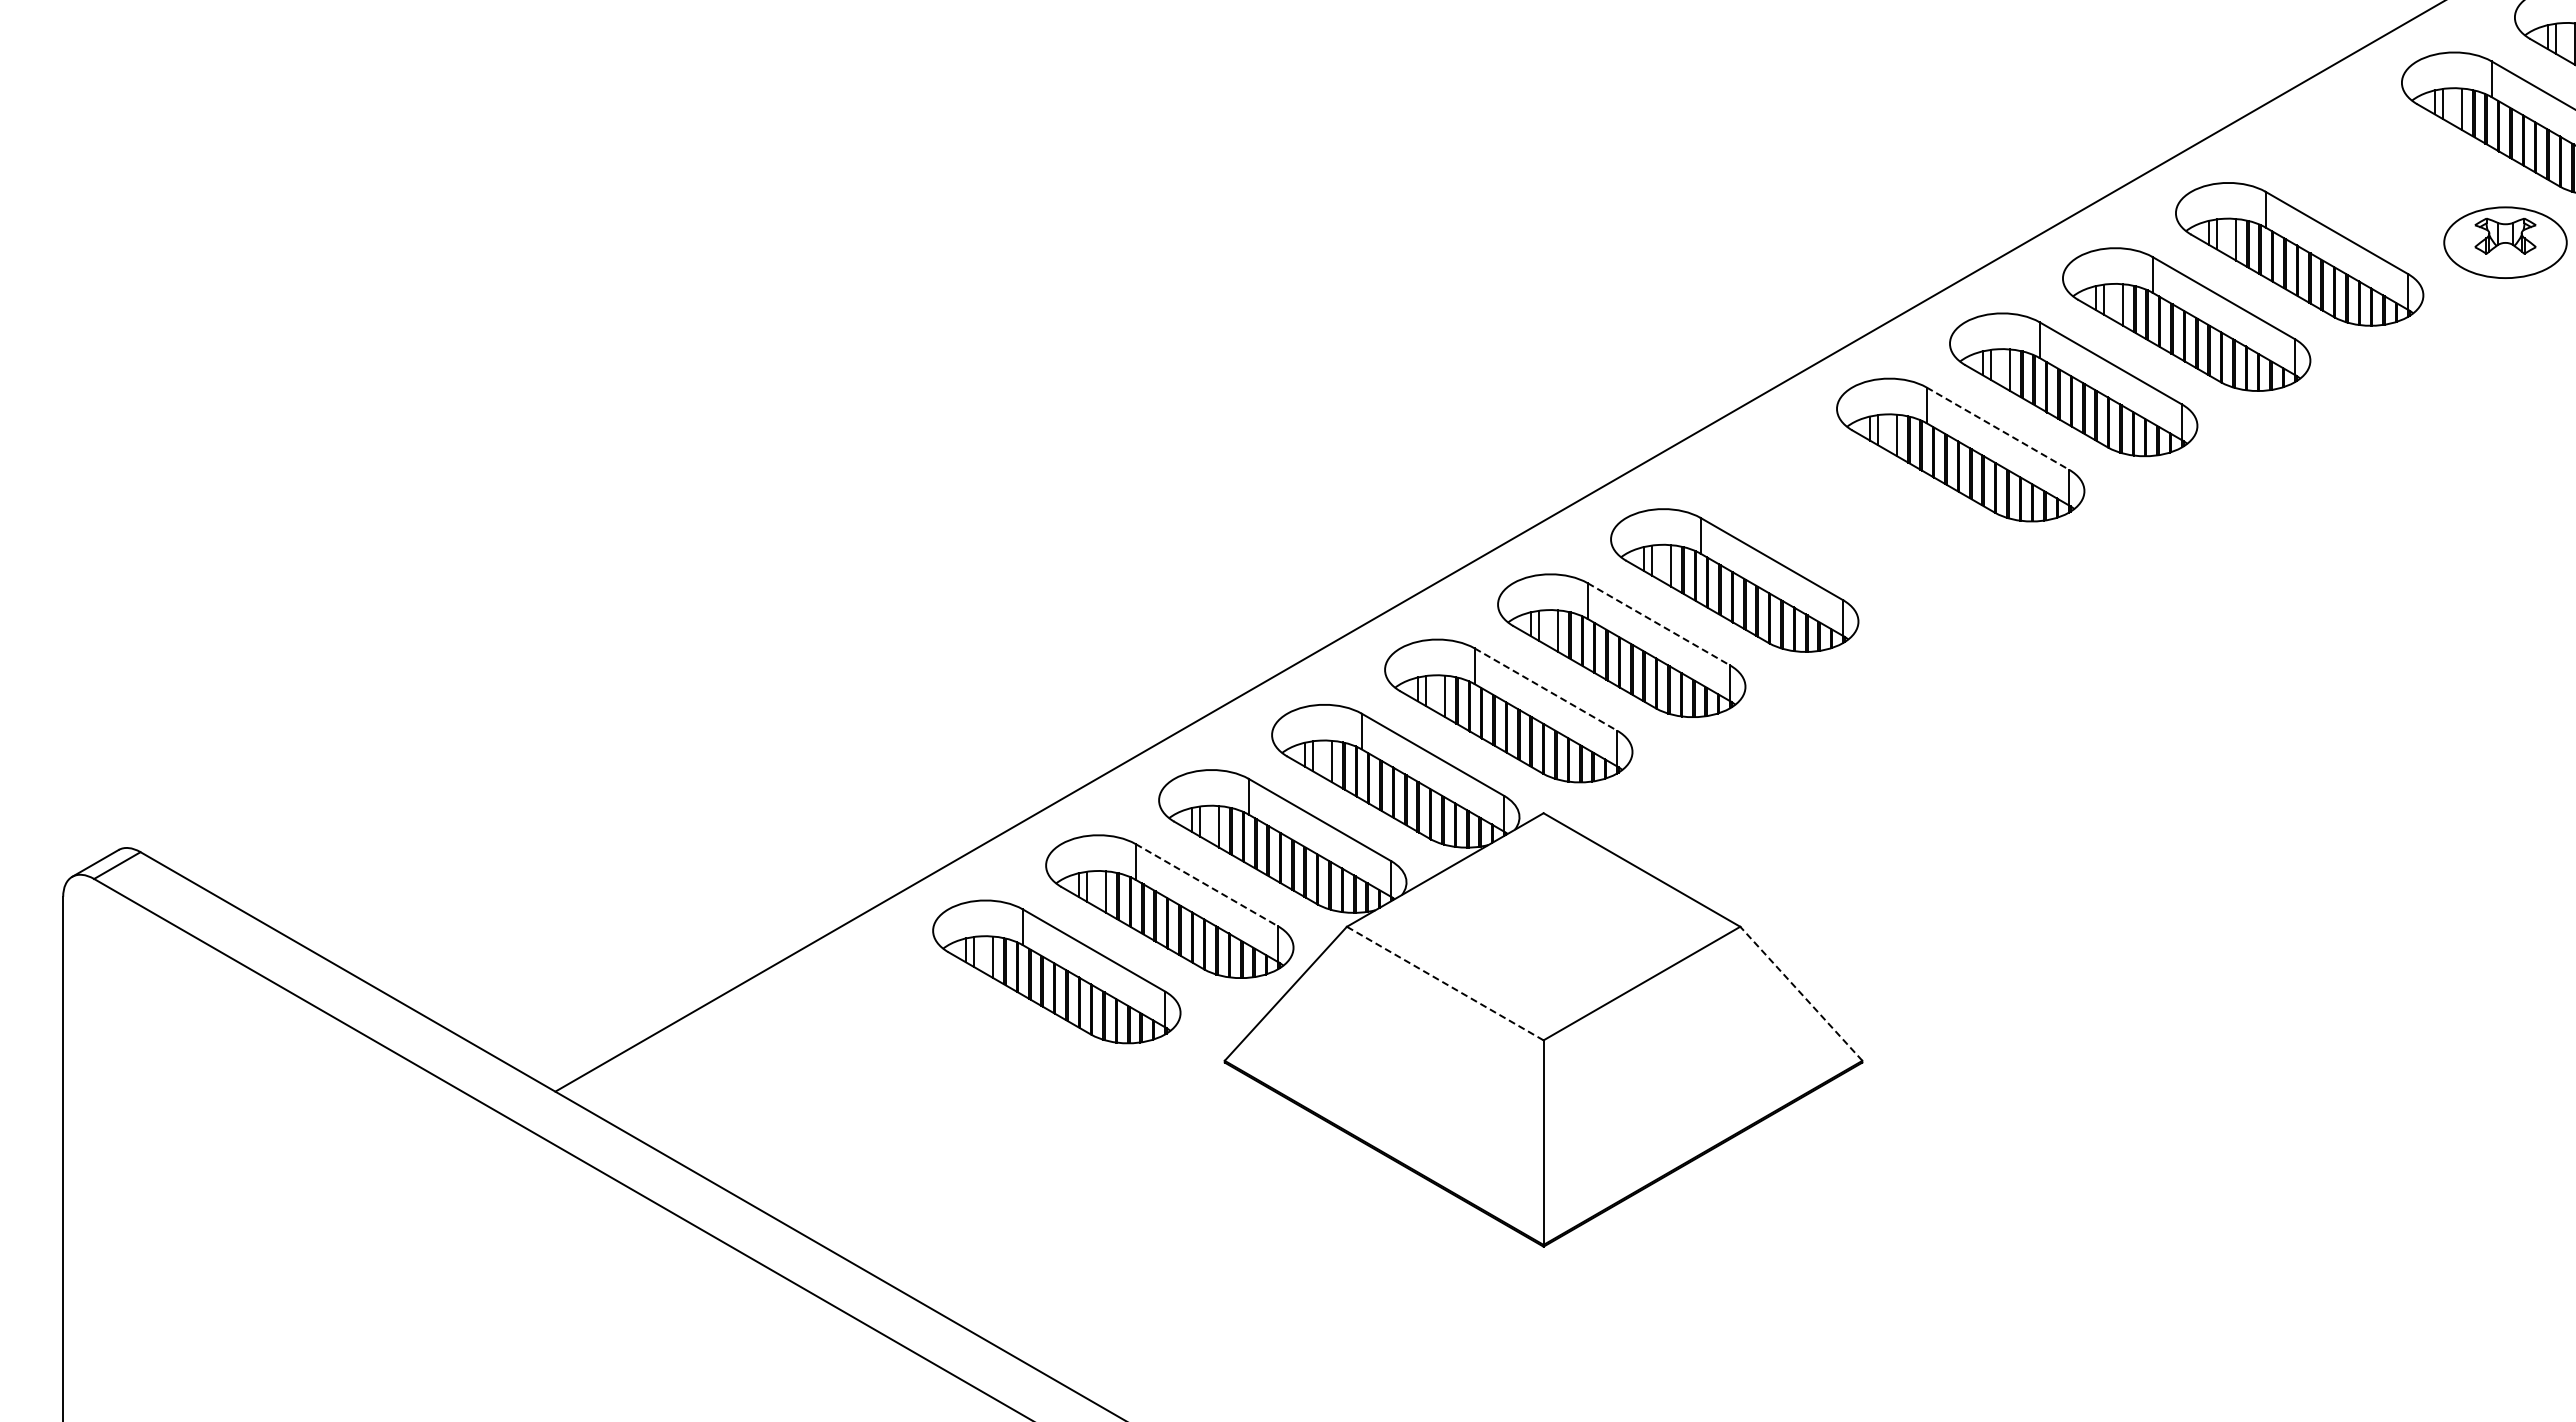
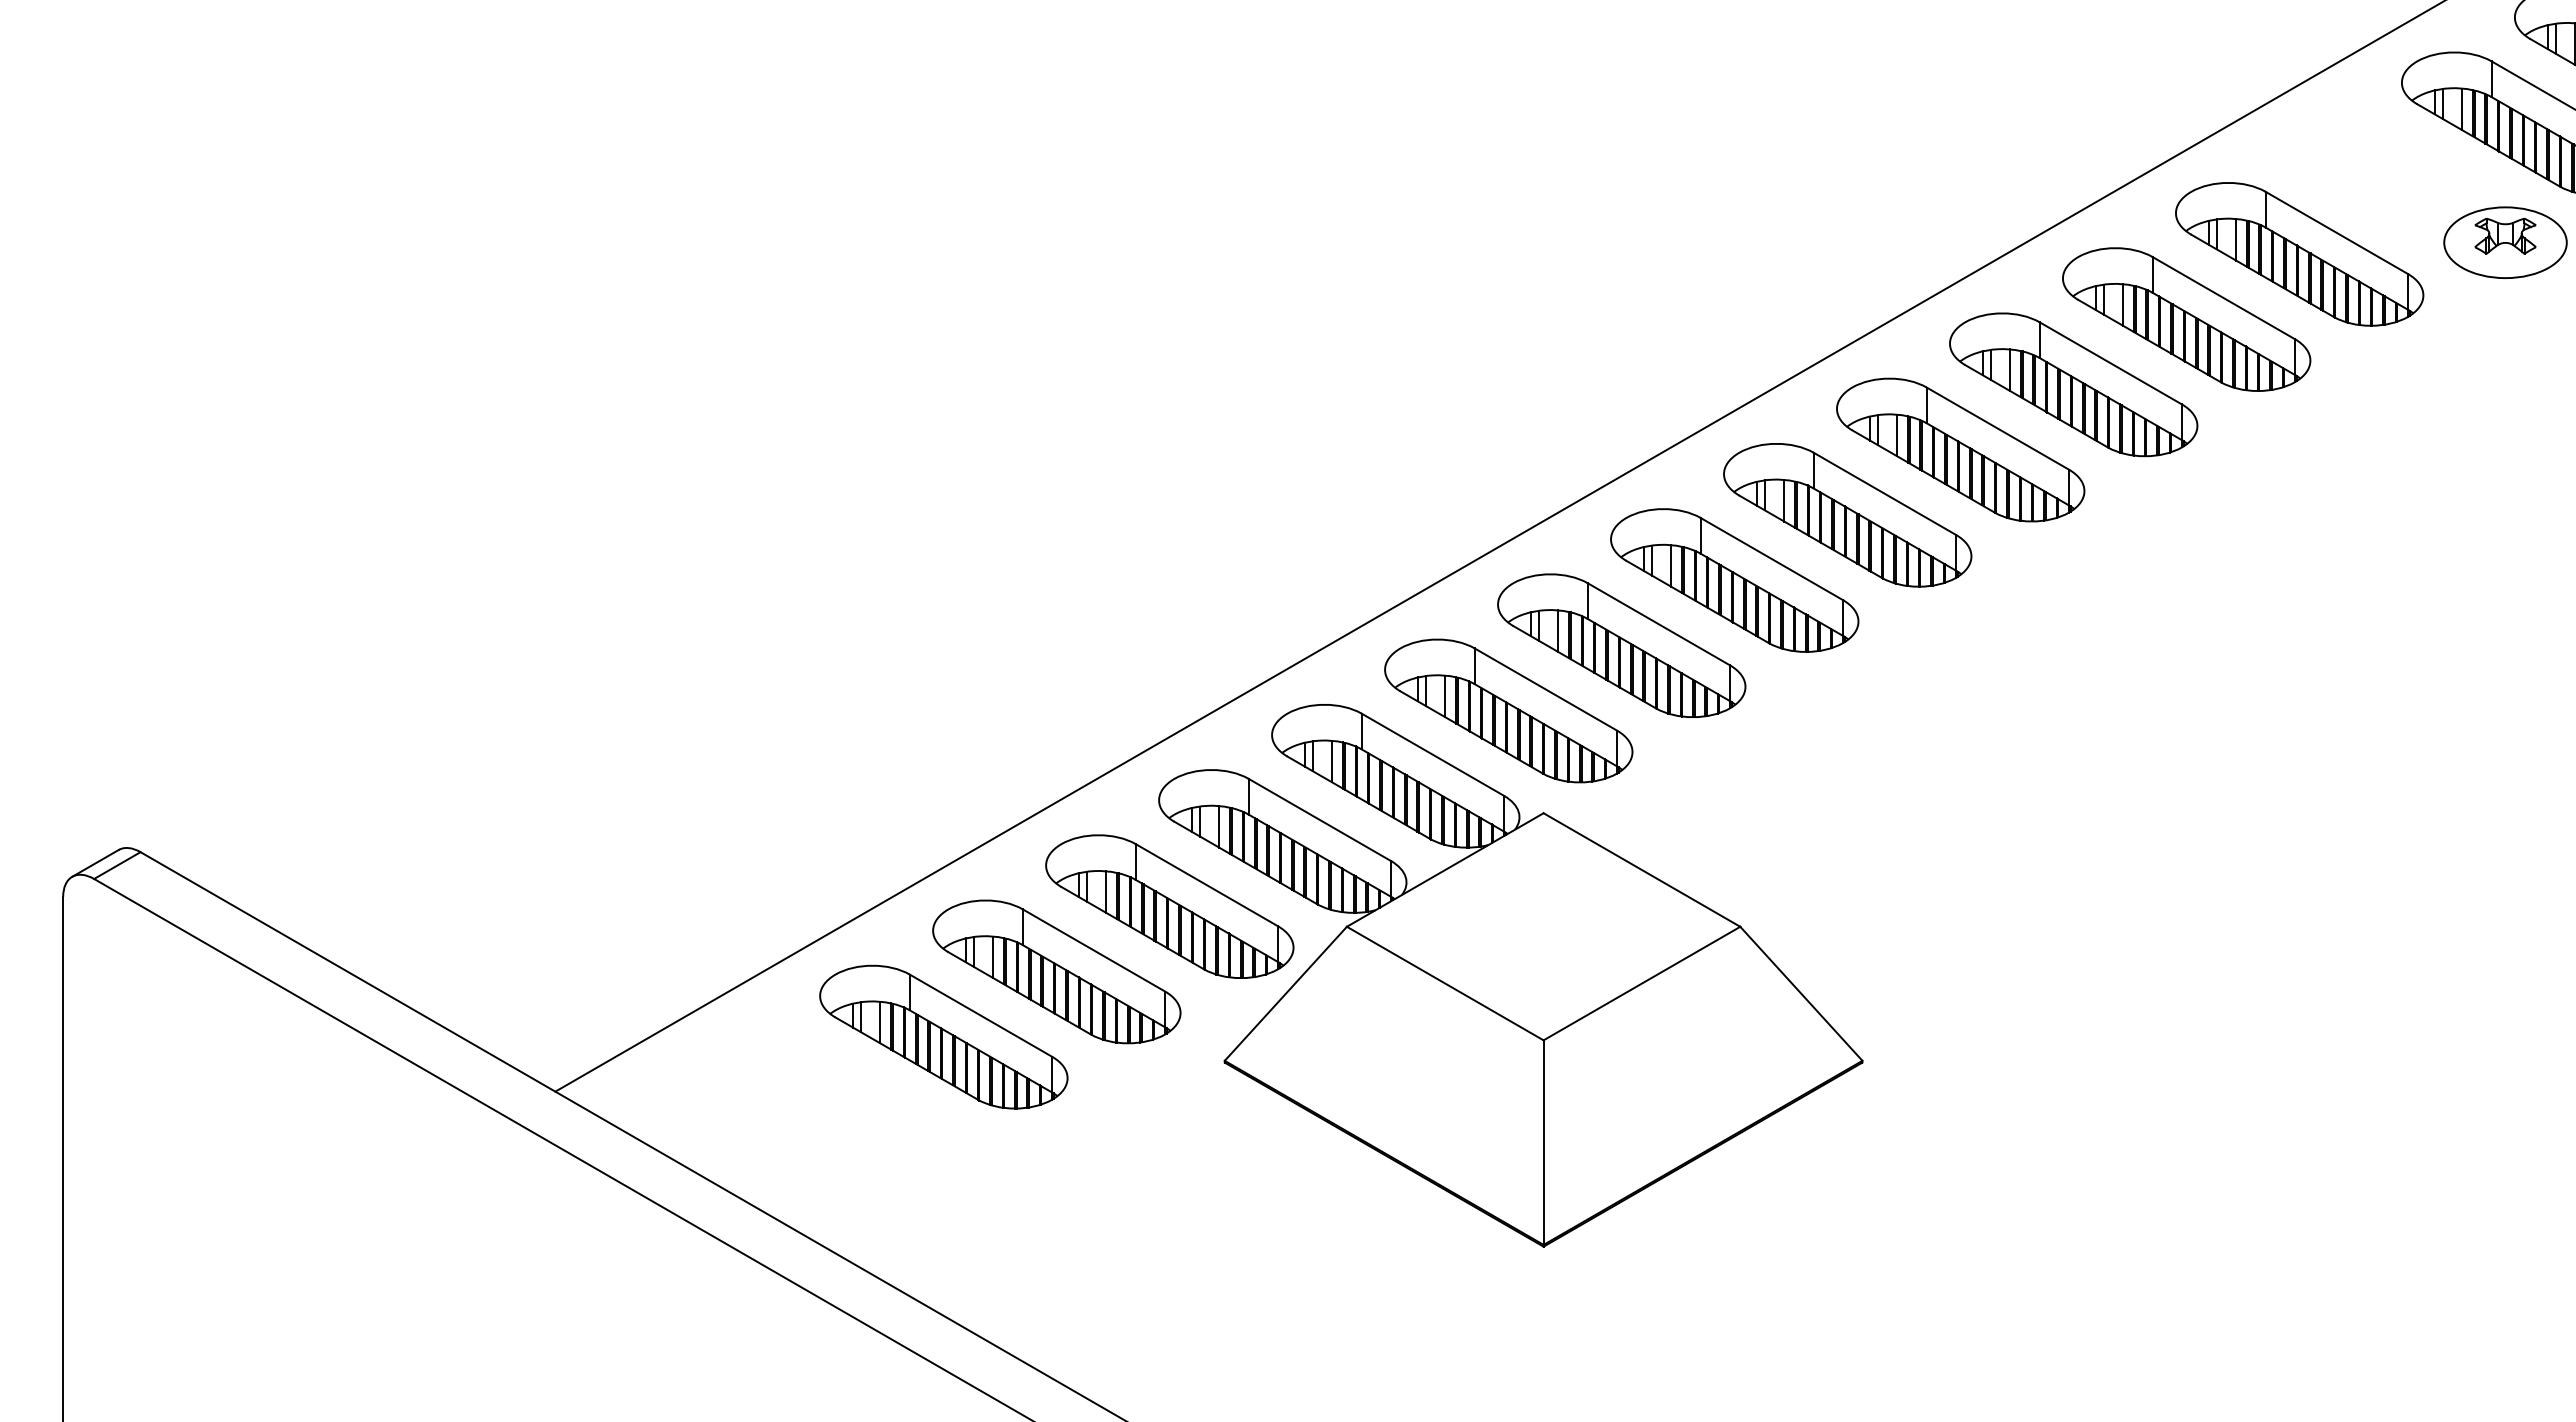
line at (1998, 428): dashed -> solid
part at (1847, 515): none -> present
line at (1659, 624): dashed -> solid
line at (1546, 689): dashed -> solid
line at (1207, 885): dashed -> solid
line at (1445, 983): dashed -> solid
line at (1801, 993): dashed -> solid
part at (943, 1036): none -> present
